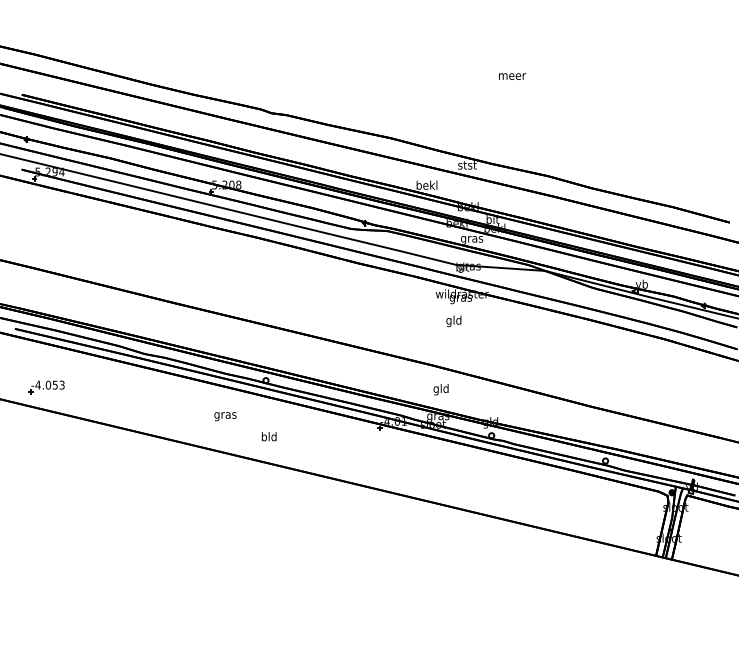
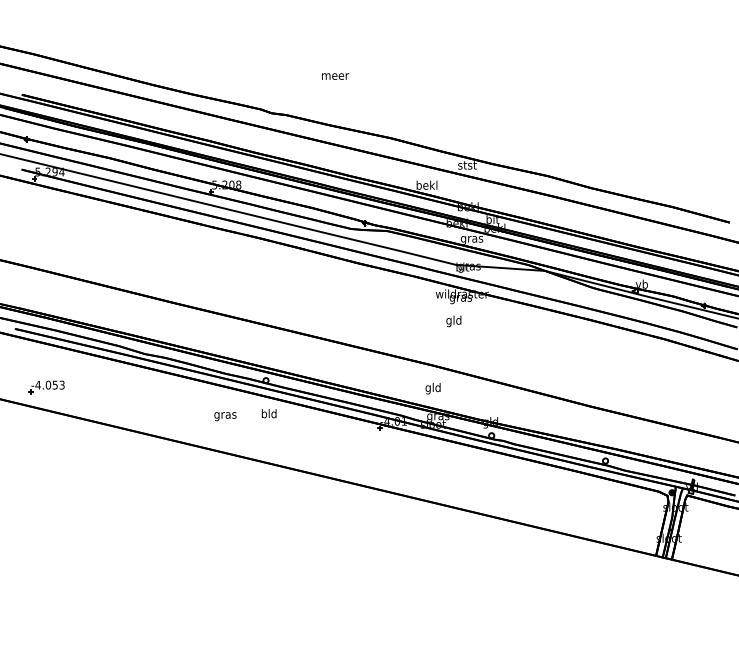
text at (512, 76) position: (512, 76) -> (335, 76)
text at (440, 389) position: (440, 389) -> (432, 388)
text at (268, 436) position: (268, 436) -> (268, 413)
